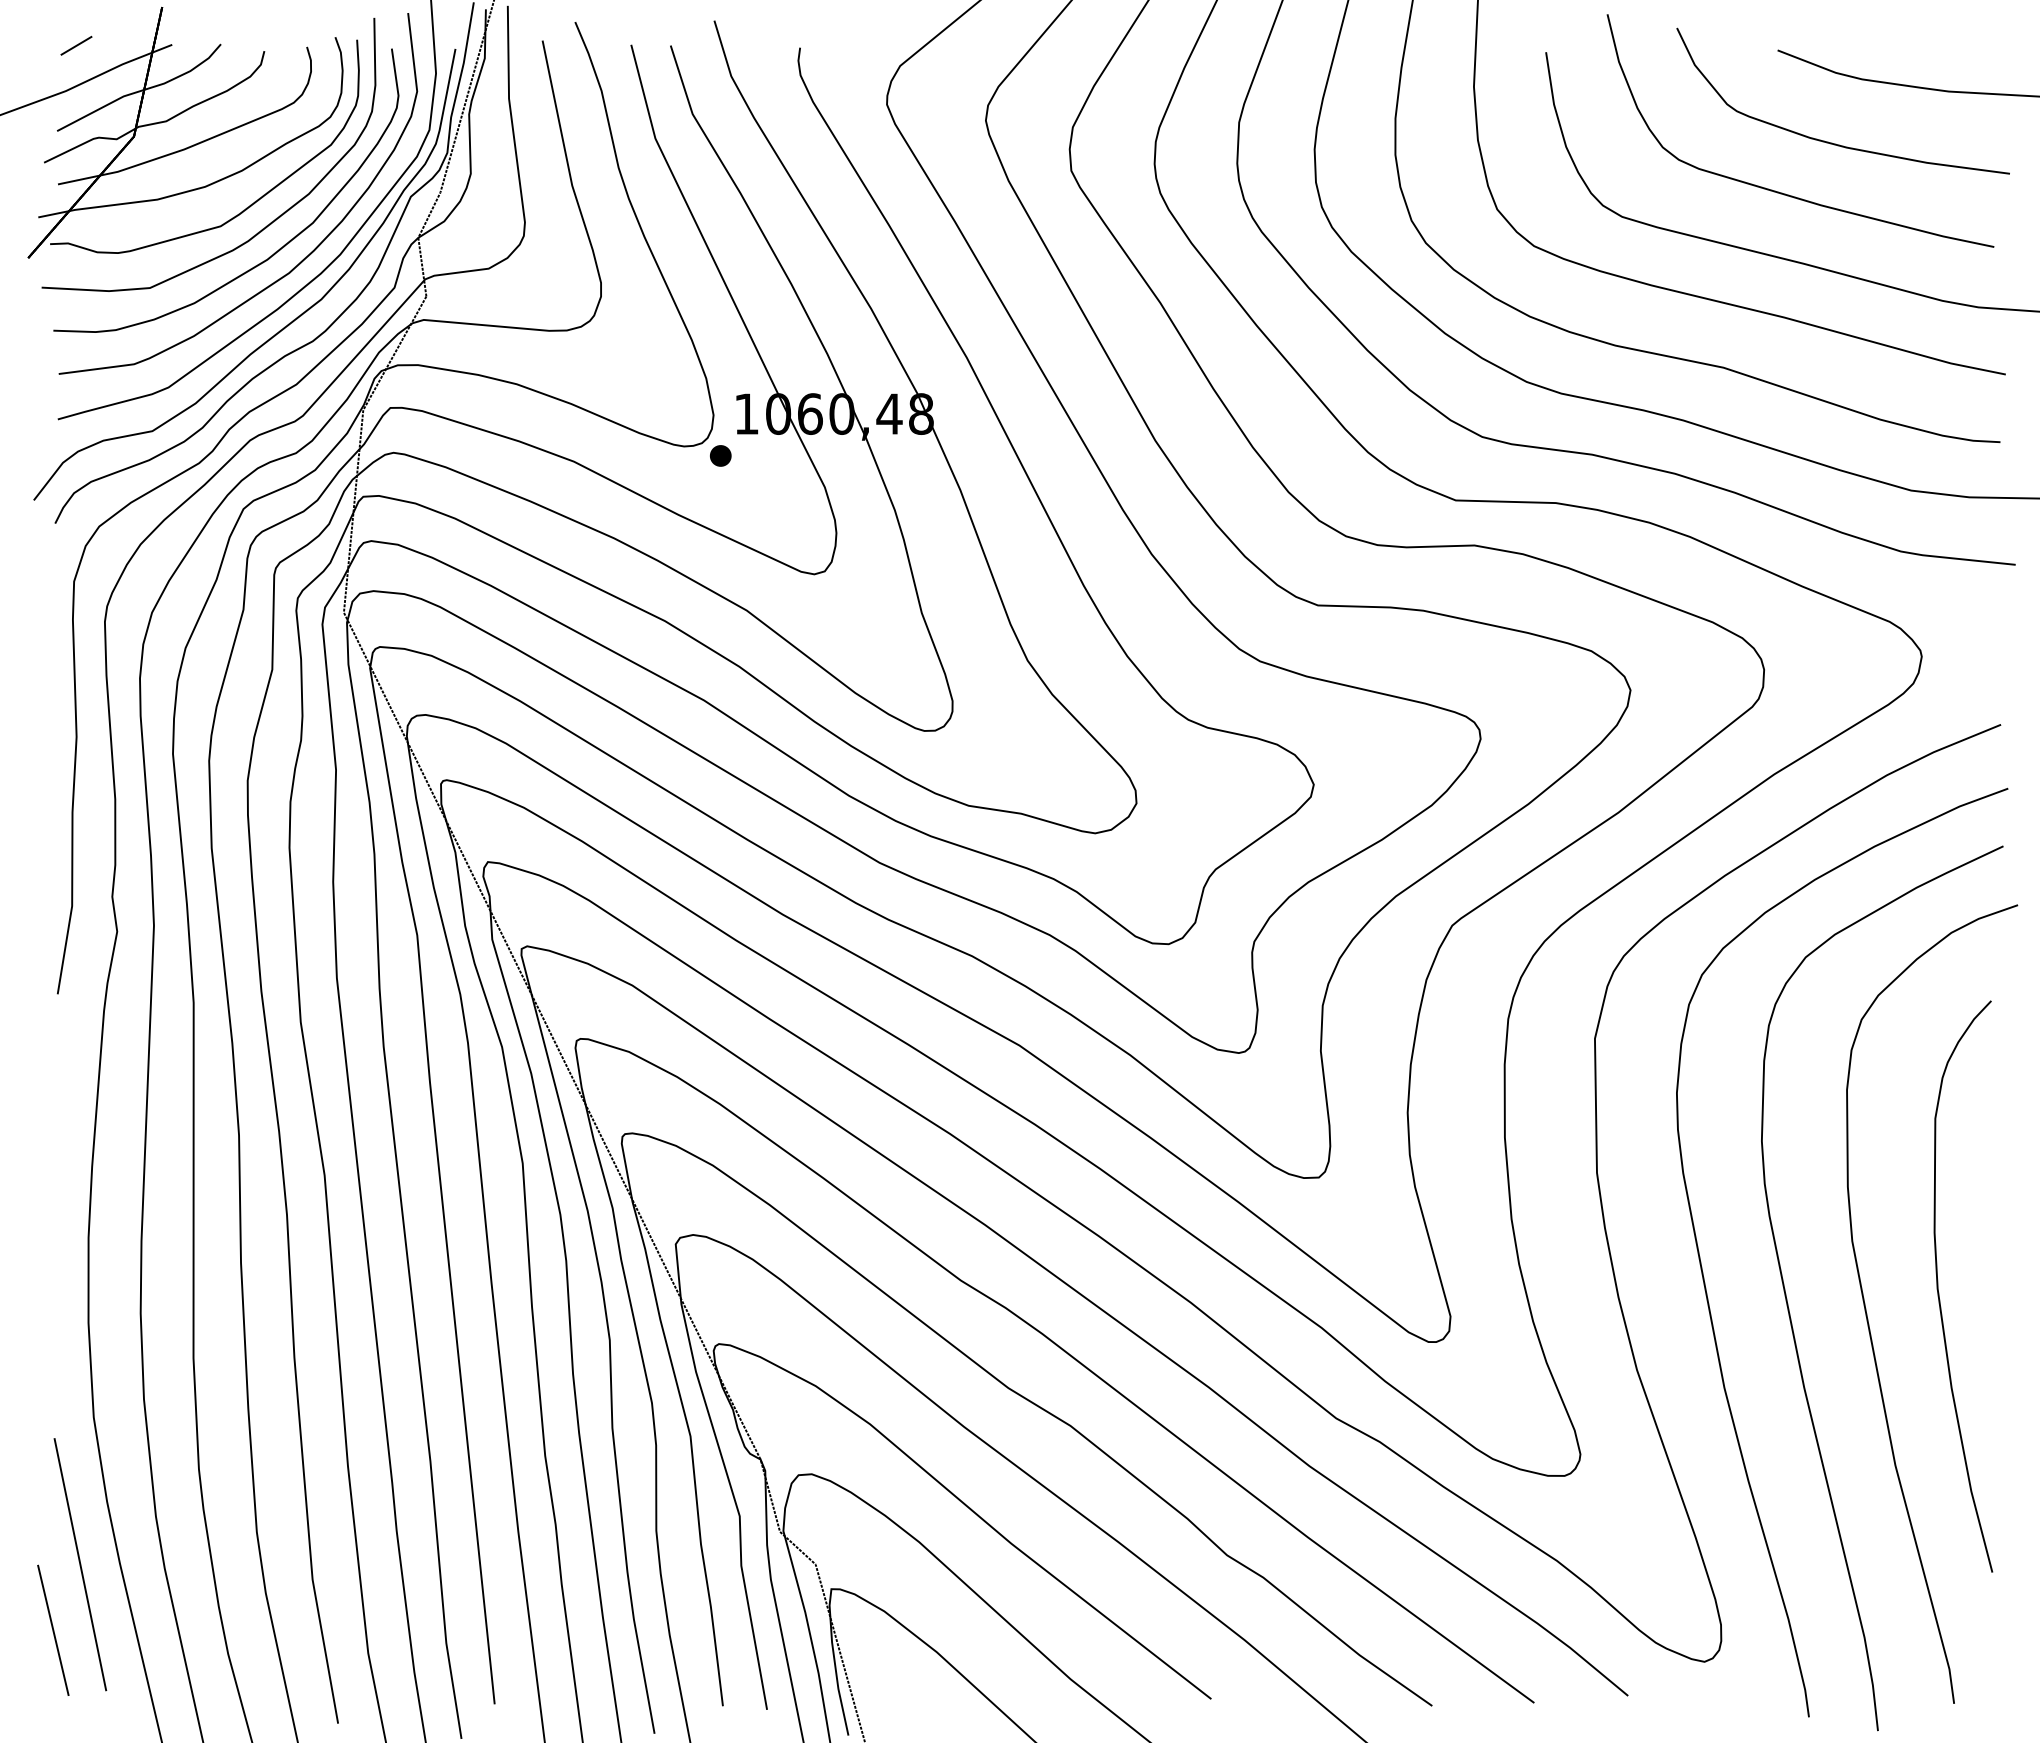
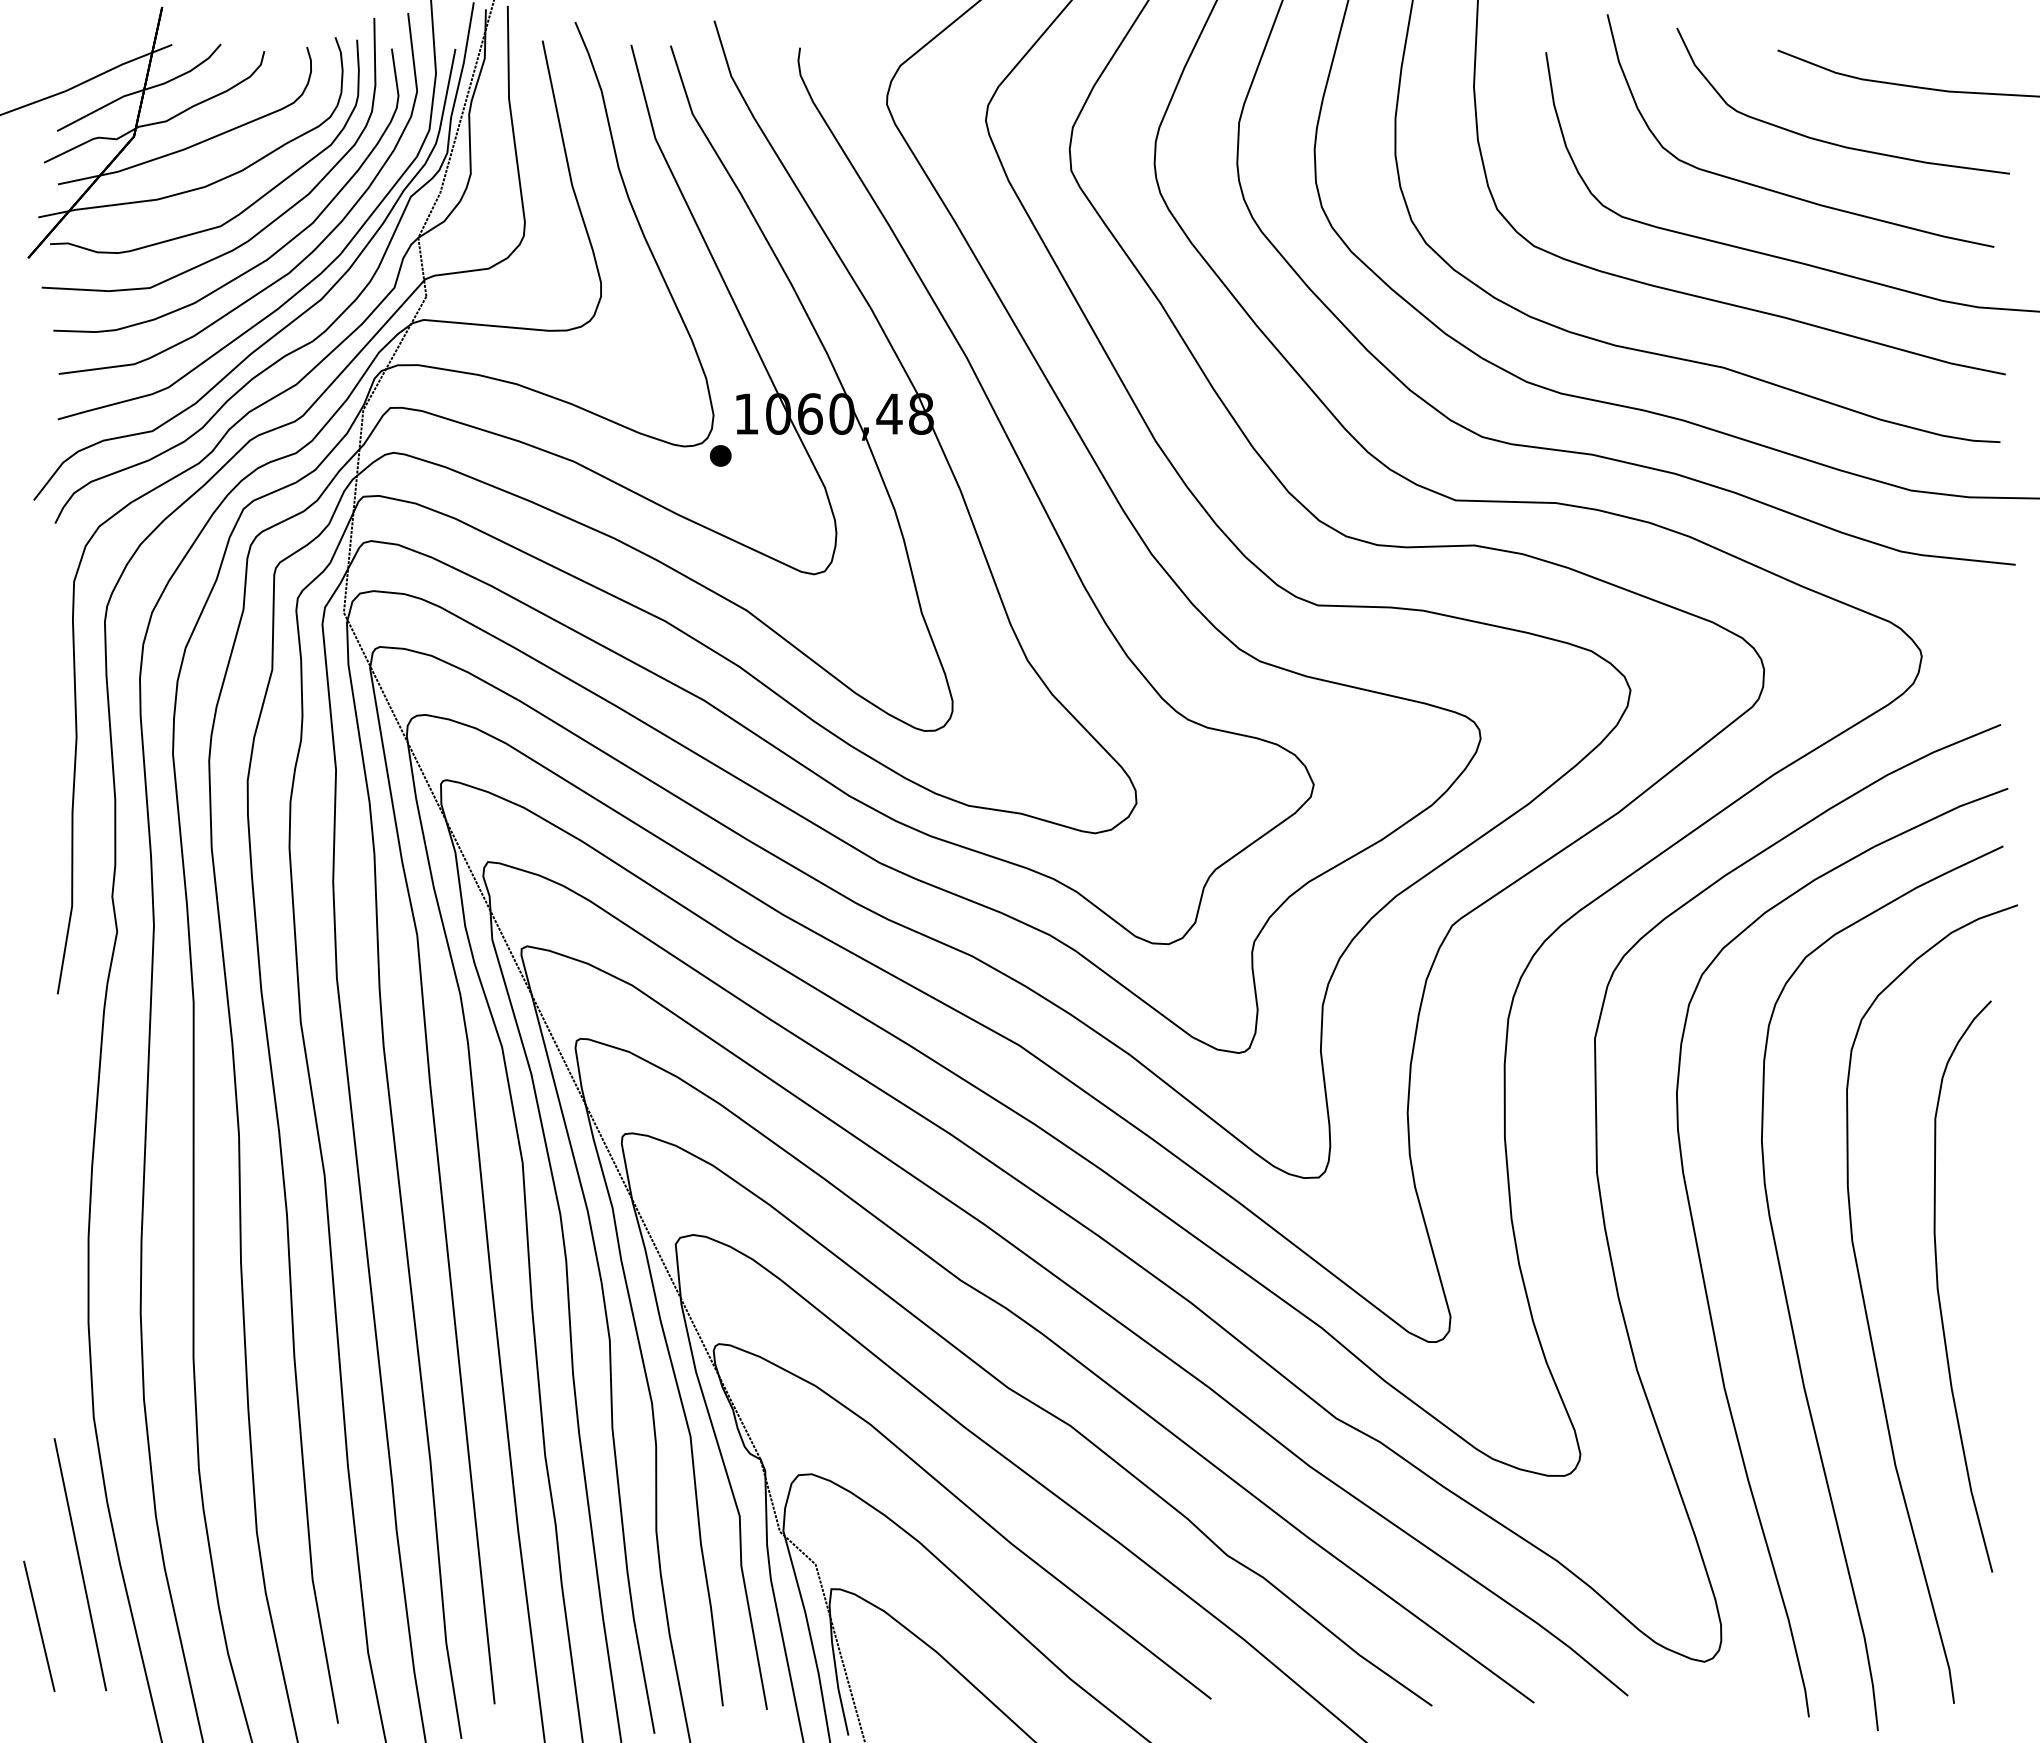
line at (76, 45): present -> none
line at (53, 1629) position: (53, 1629) -> (39, 1625)
